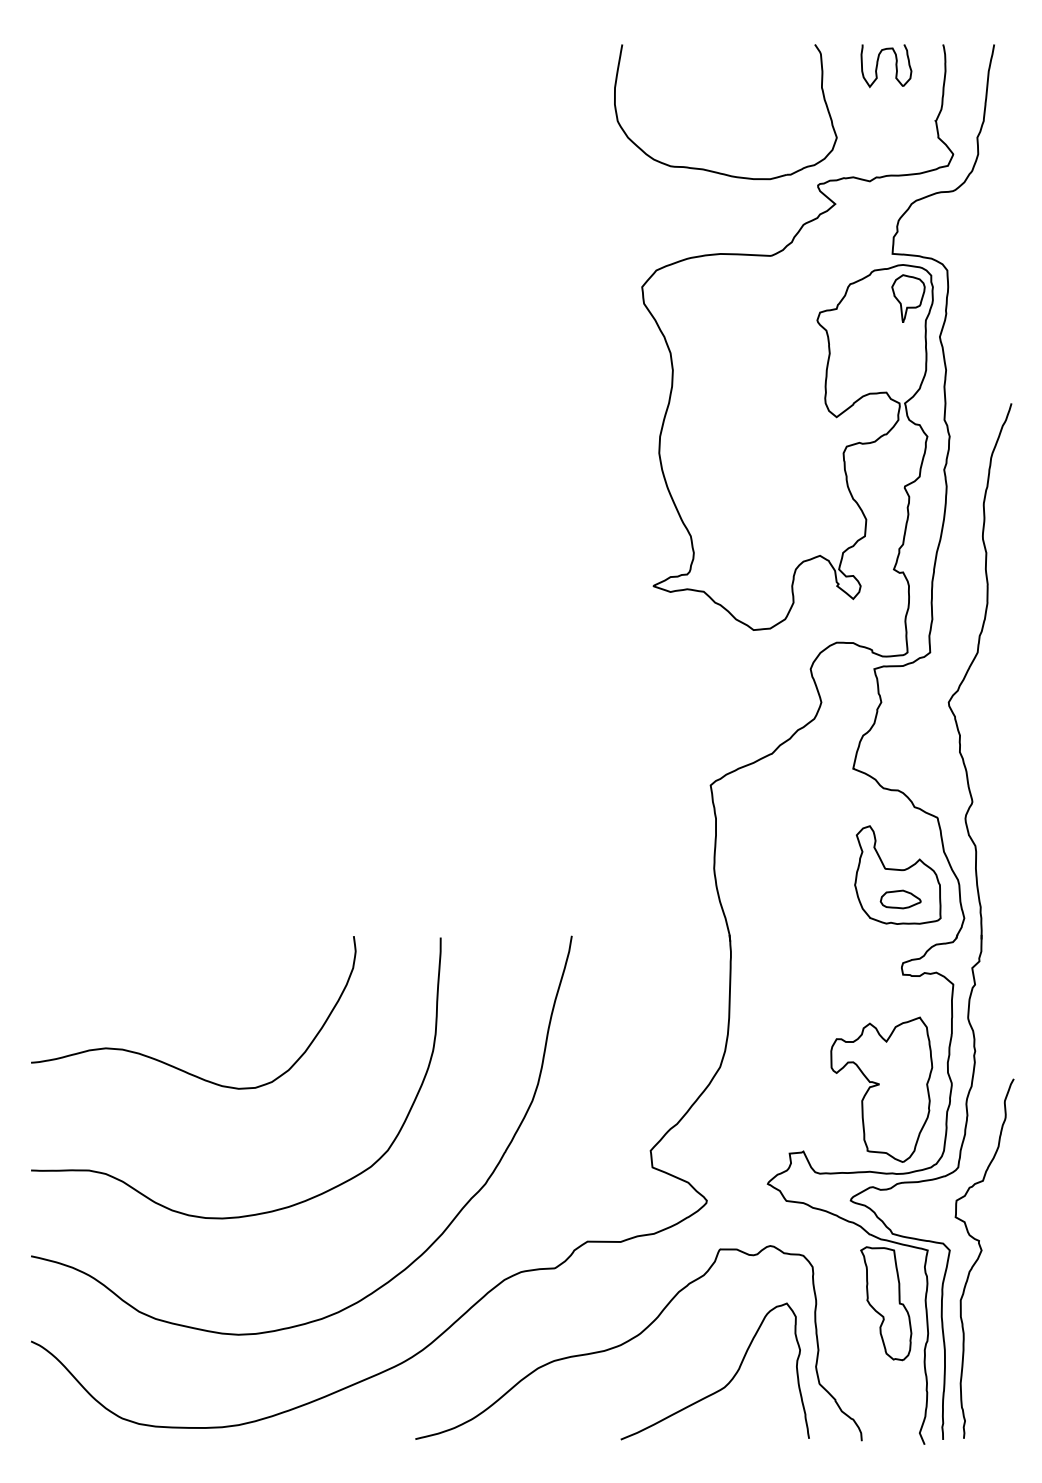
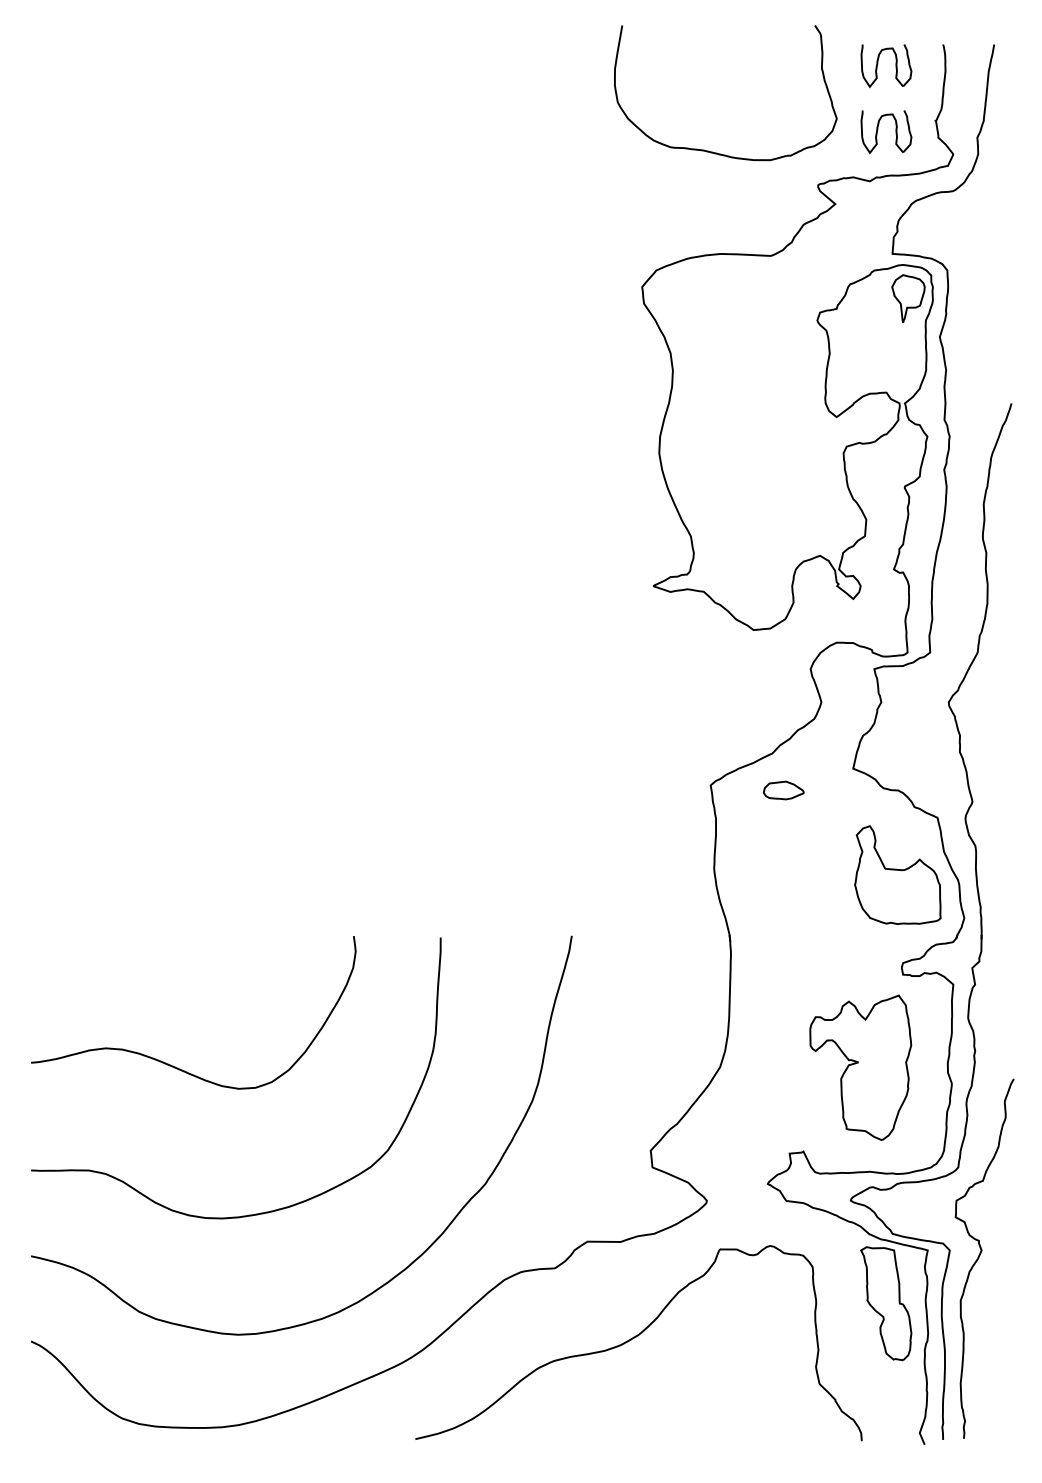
part at (878, 130): none -> present
part at (712, 170) position: (712, 170) -> (712, 151)
part at (900, 899) position: (900, 899) -> (783, 790)
part at (881, 1089) position: (881, 1089) -> (860, 1067)
curve at (727, 1383): present -> none
